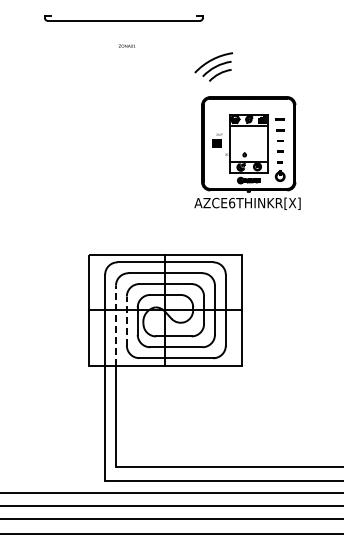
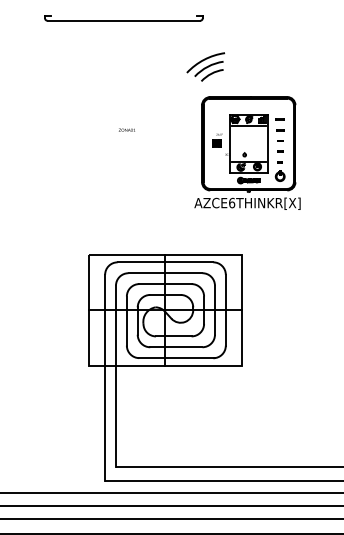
text at (126, 45) position: (126, 45) -> (126, 129)
part at (213, 66) position: (213, 66) -> (205, 66)
line at (126, 321): dashed -> solid
line at (115, 325): dashed -> solid
